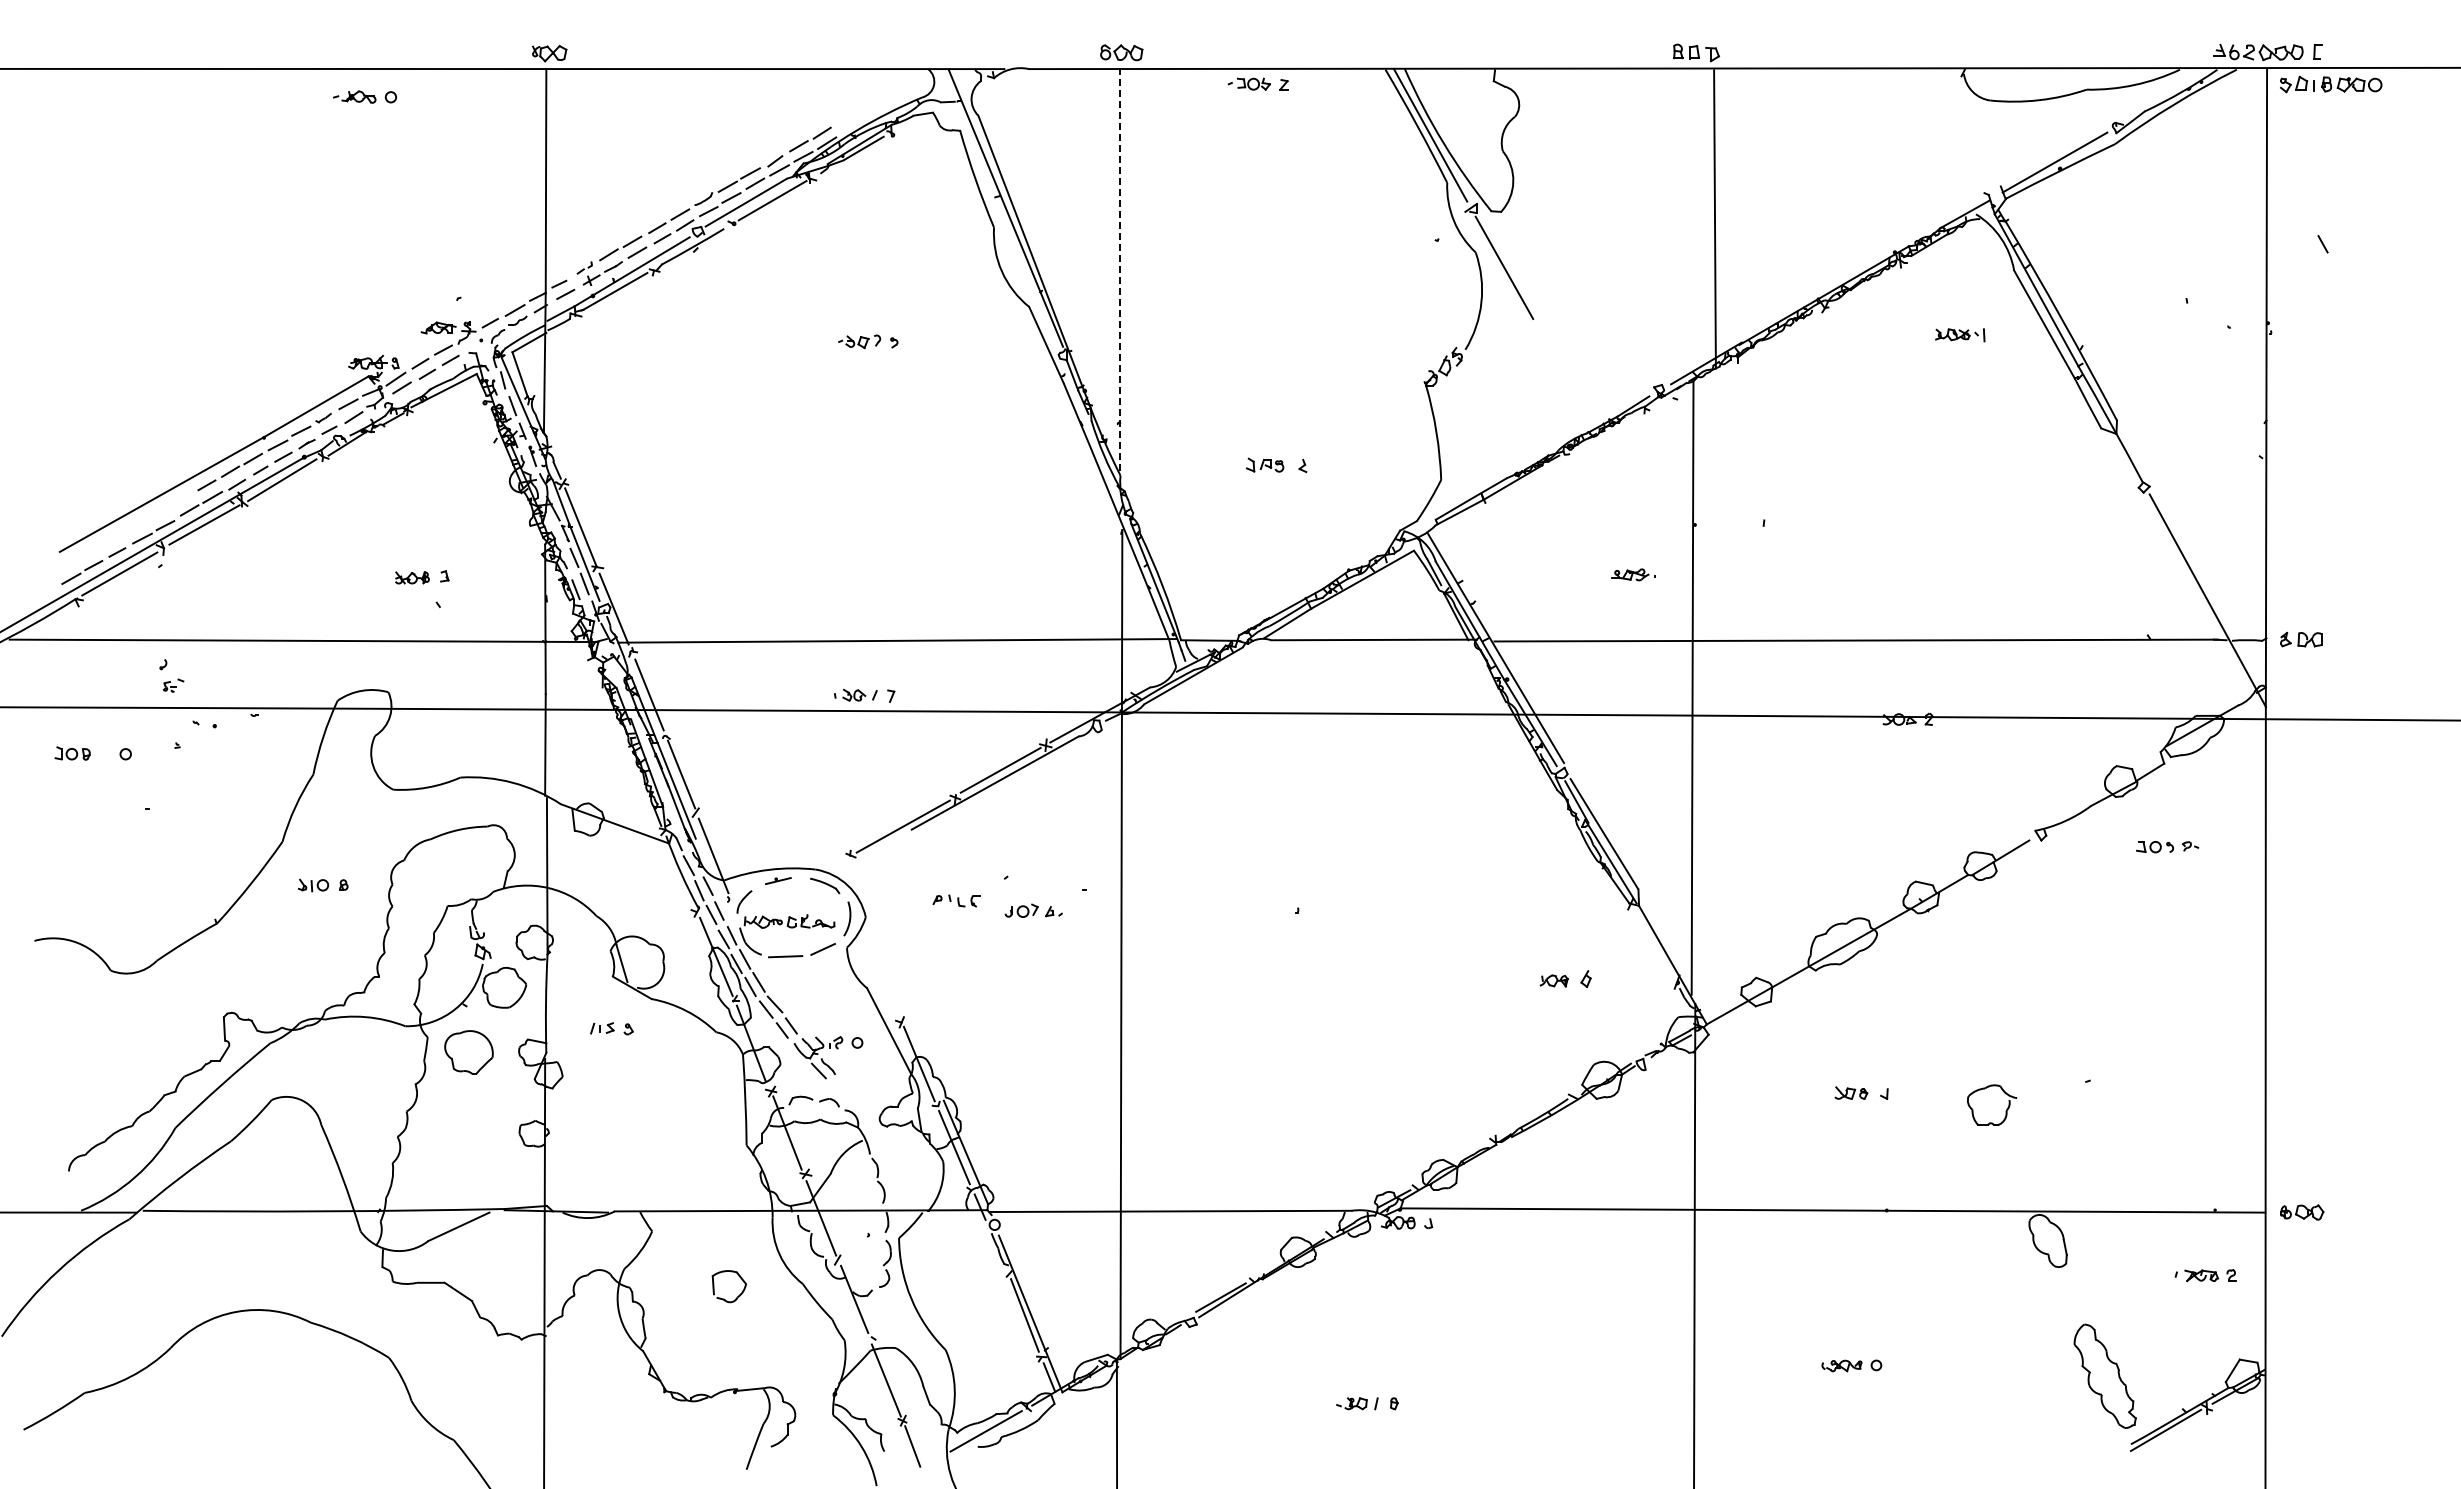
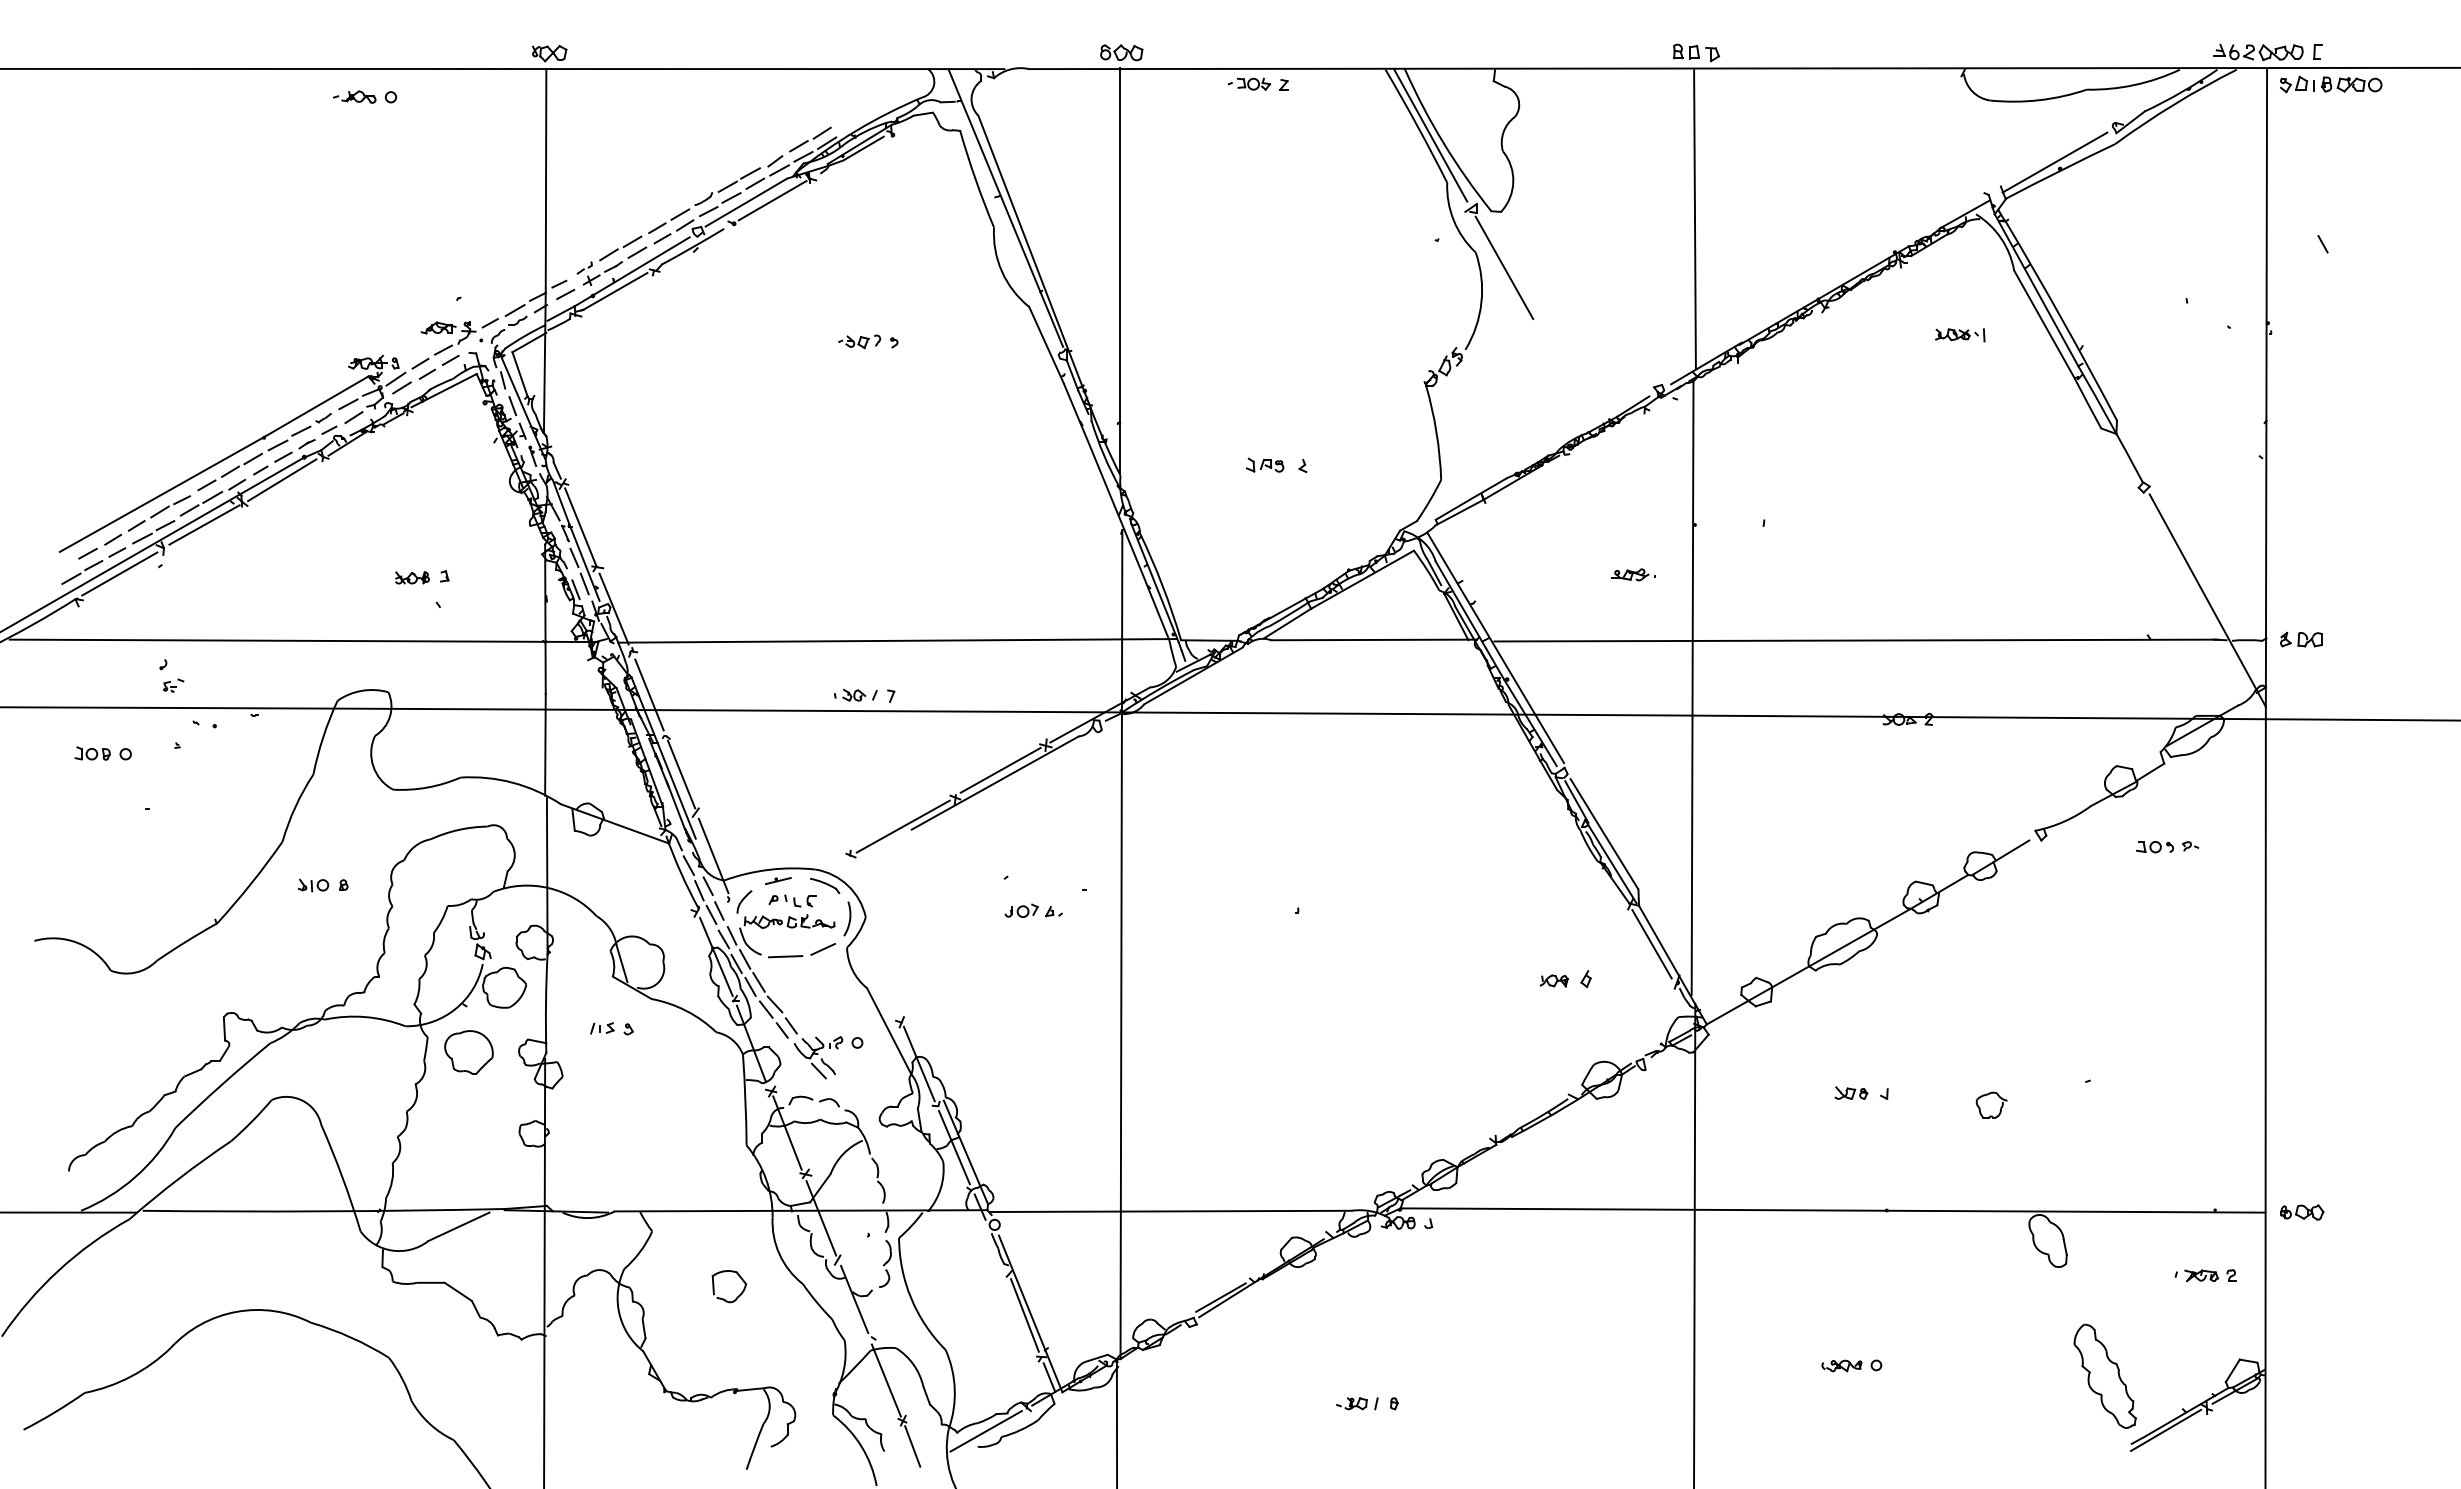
line at (1714, 219) position: (1714, 219) -> (1694, 219)
line at (1119, 271): dashed -> solid
part at (134, 527): none -> present
part at (72, 753) position: (72, 753) -> (92, 753)
part at (956, 900) position: (956, 900) -> (792, 900)
line at (1651, 944): none -> present
part at (1992, 1104) size: 51x42 px -> 33x28 px
